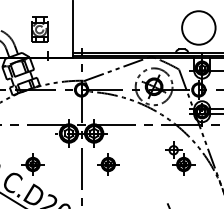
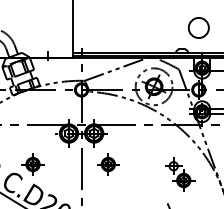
circle at (198, 27) diameter: 34 px -> 20 px
part at (39, 29): present -> none
part at (180, 158) position: (180, 158) -> (180, 174)
